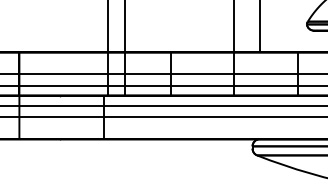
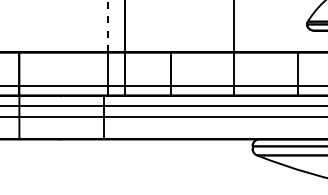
line at (107, 26): solid -> dashed
line at (259, 27): present -> none
line at (163, 74): present -> none
